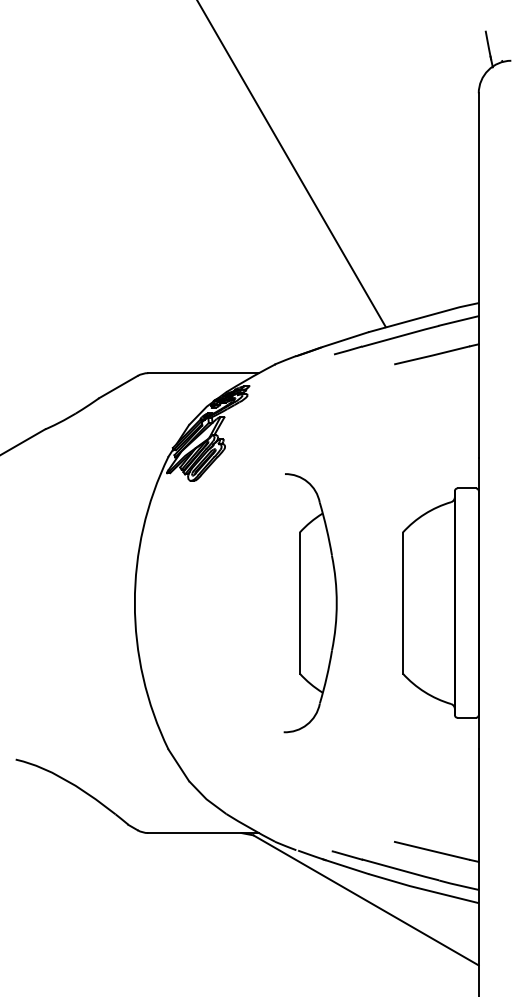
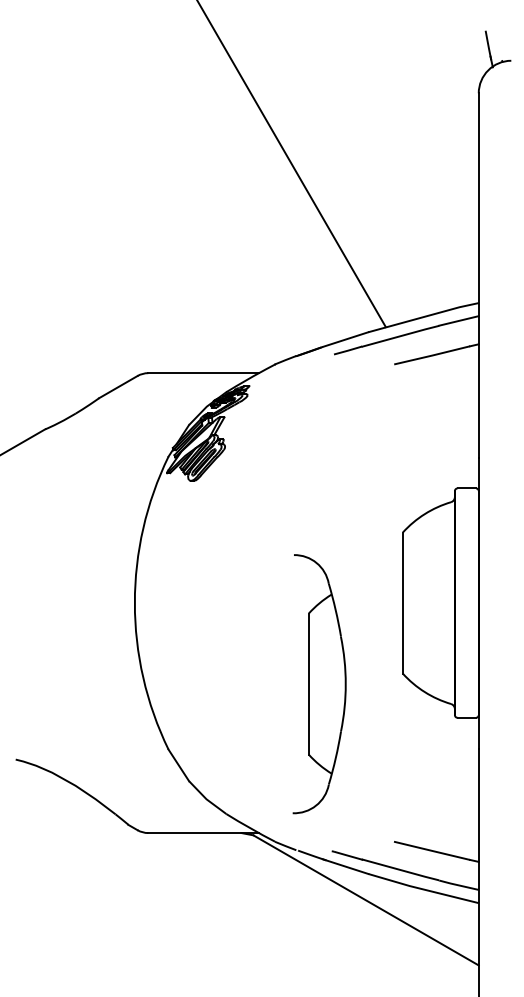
part at (310, 603) position: (310, 603) -> (319, 684)
